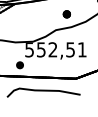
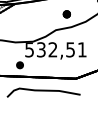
text at (41, 49): 552,51 -> 532,51
